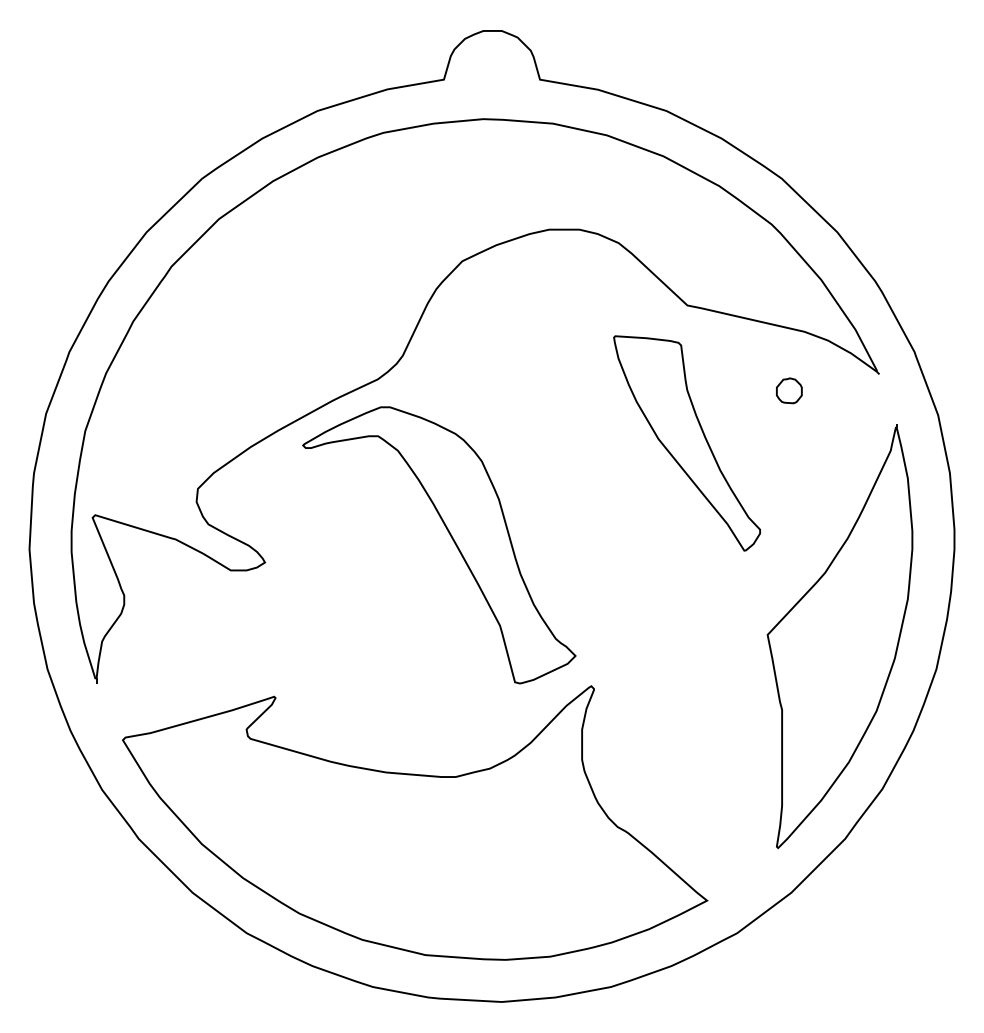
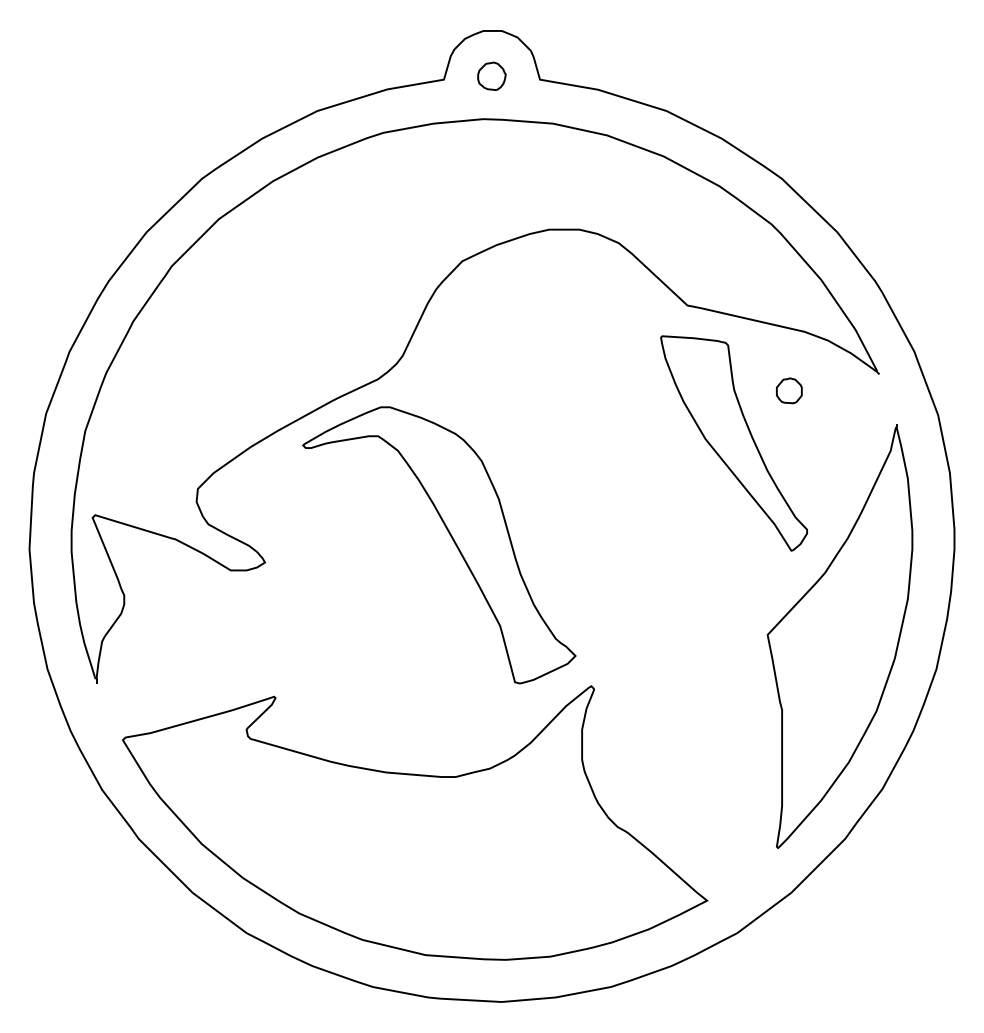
part at (491, 75): none -> present
part at (686, 443) position: (686, 443) -> (733, 443)
